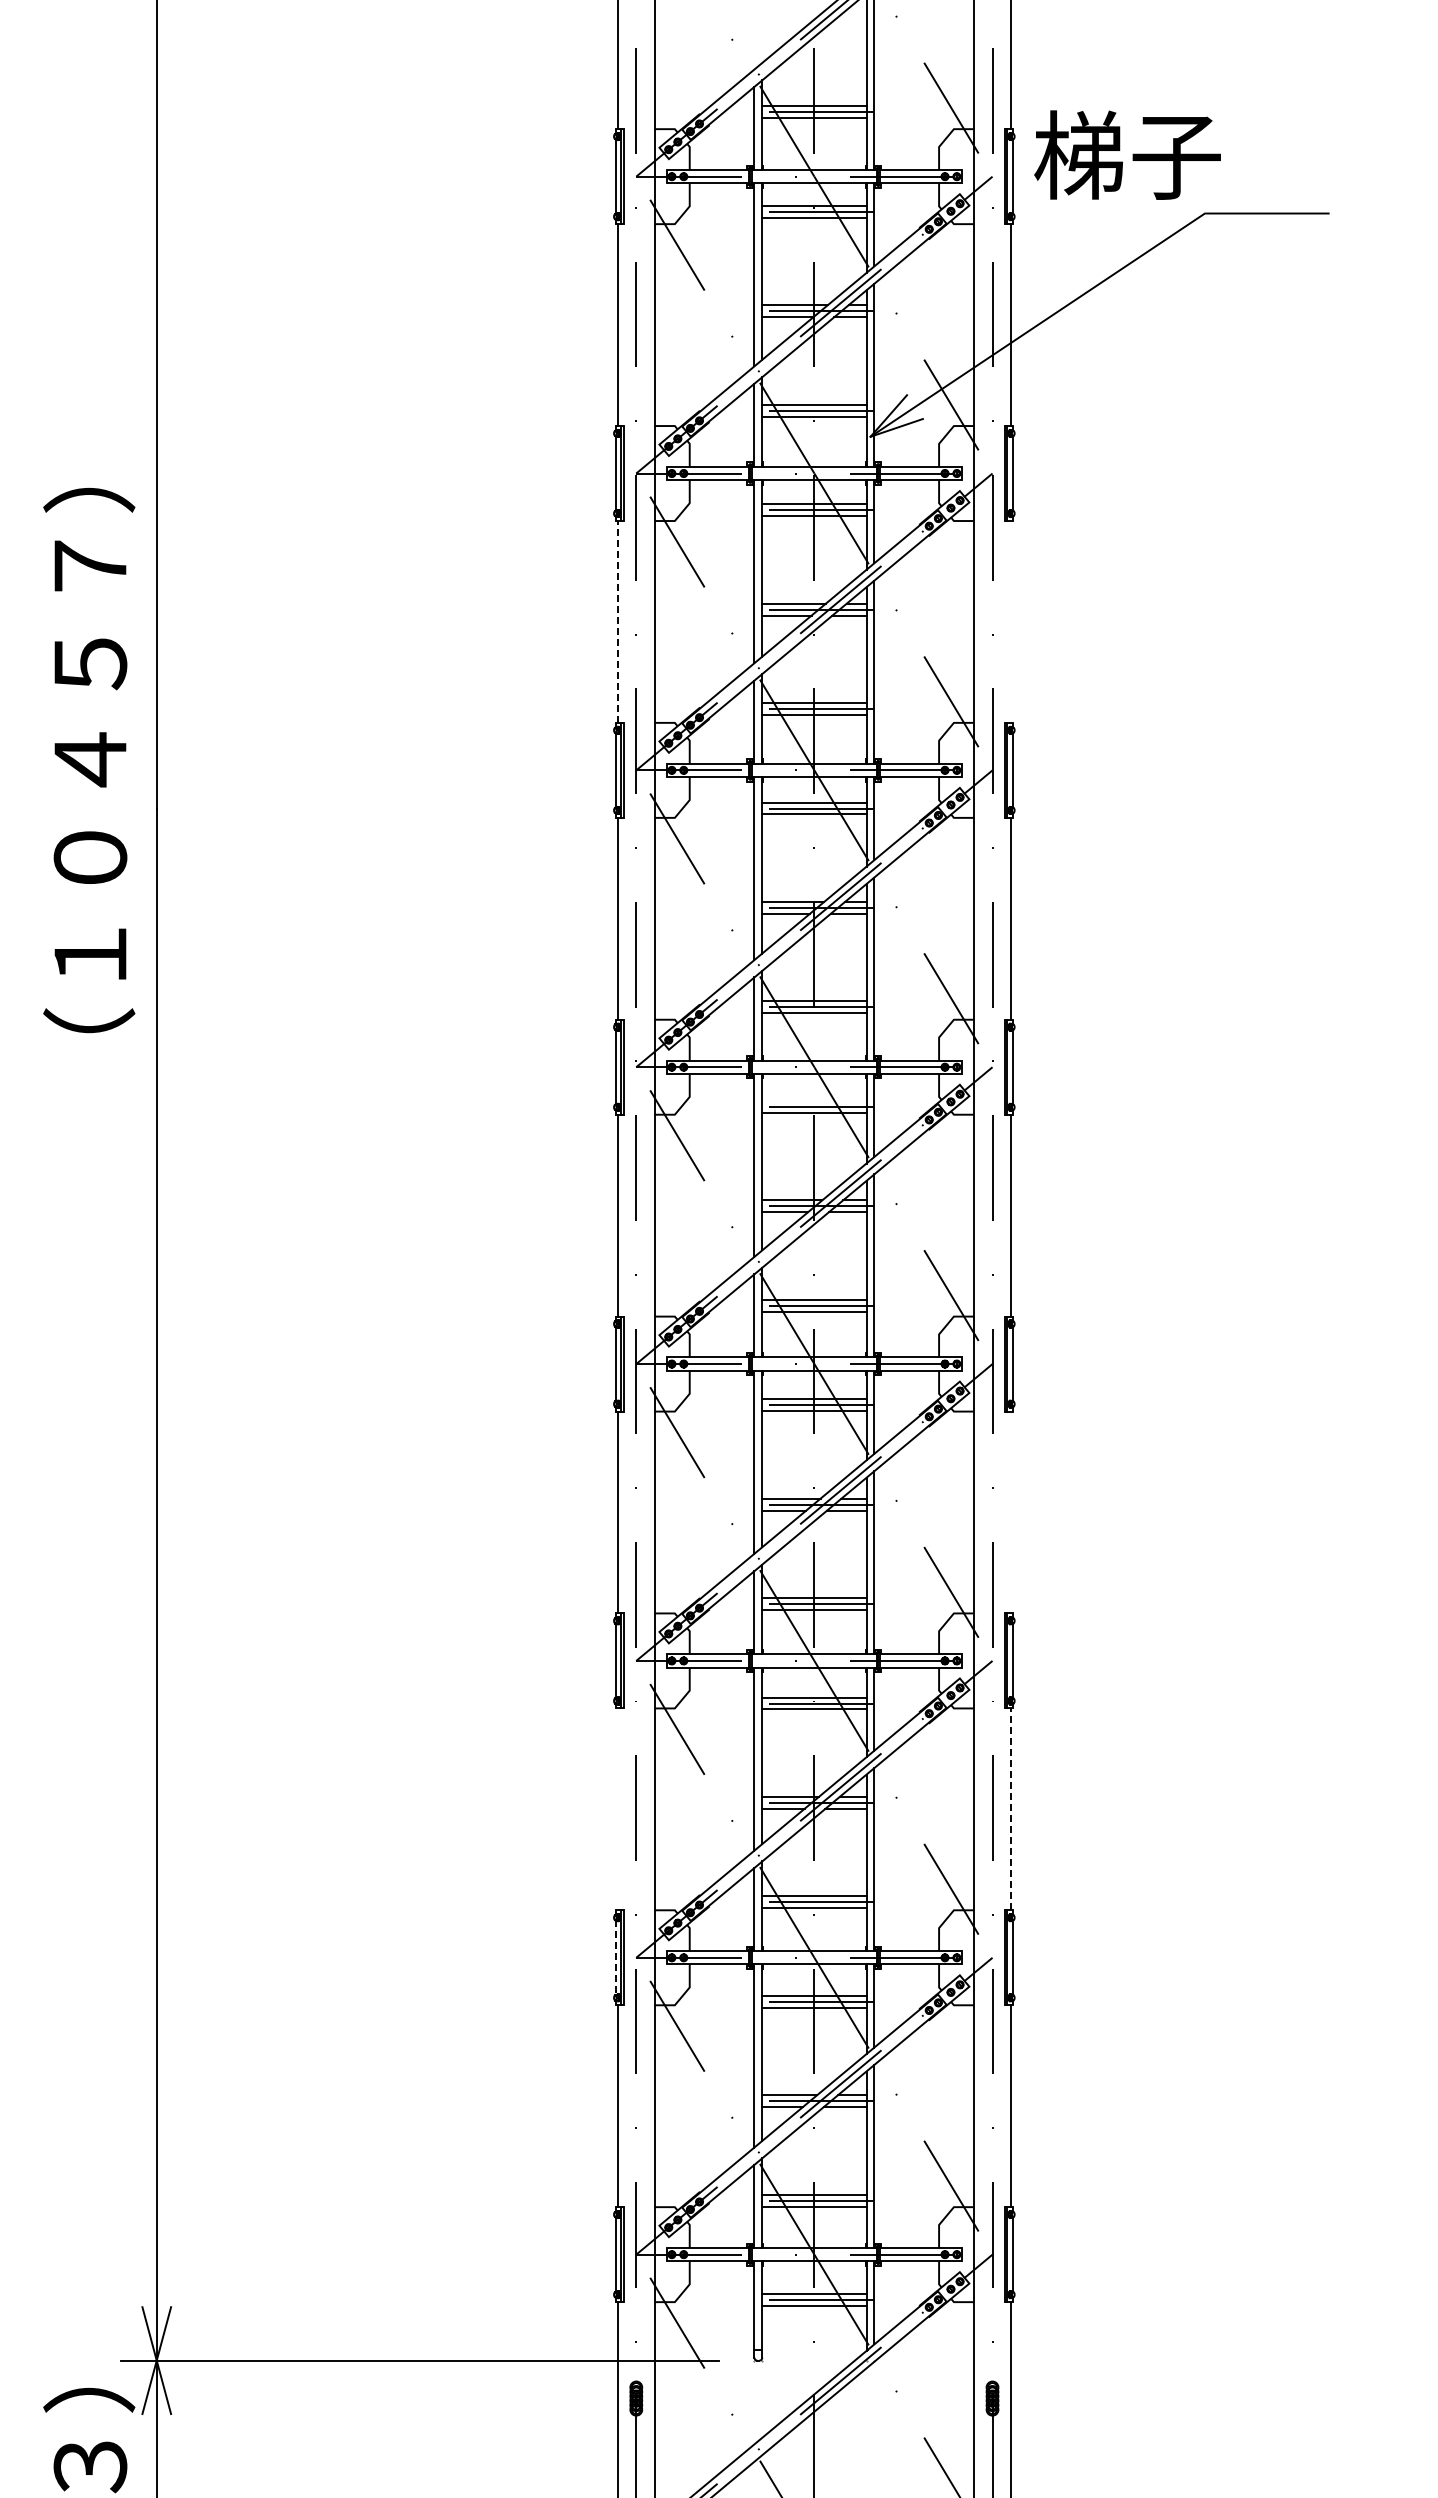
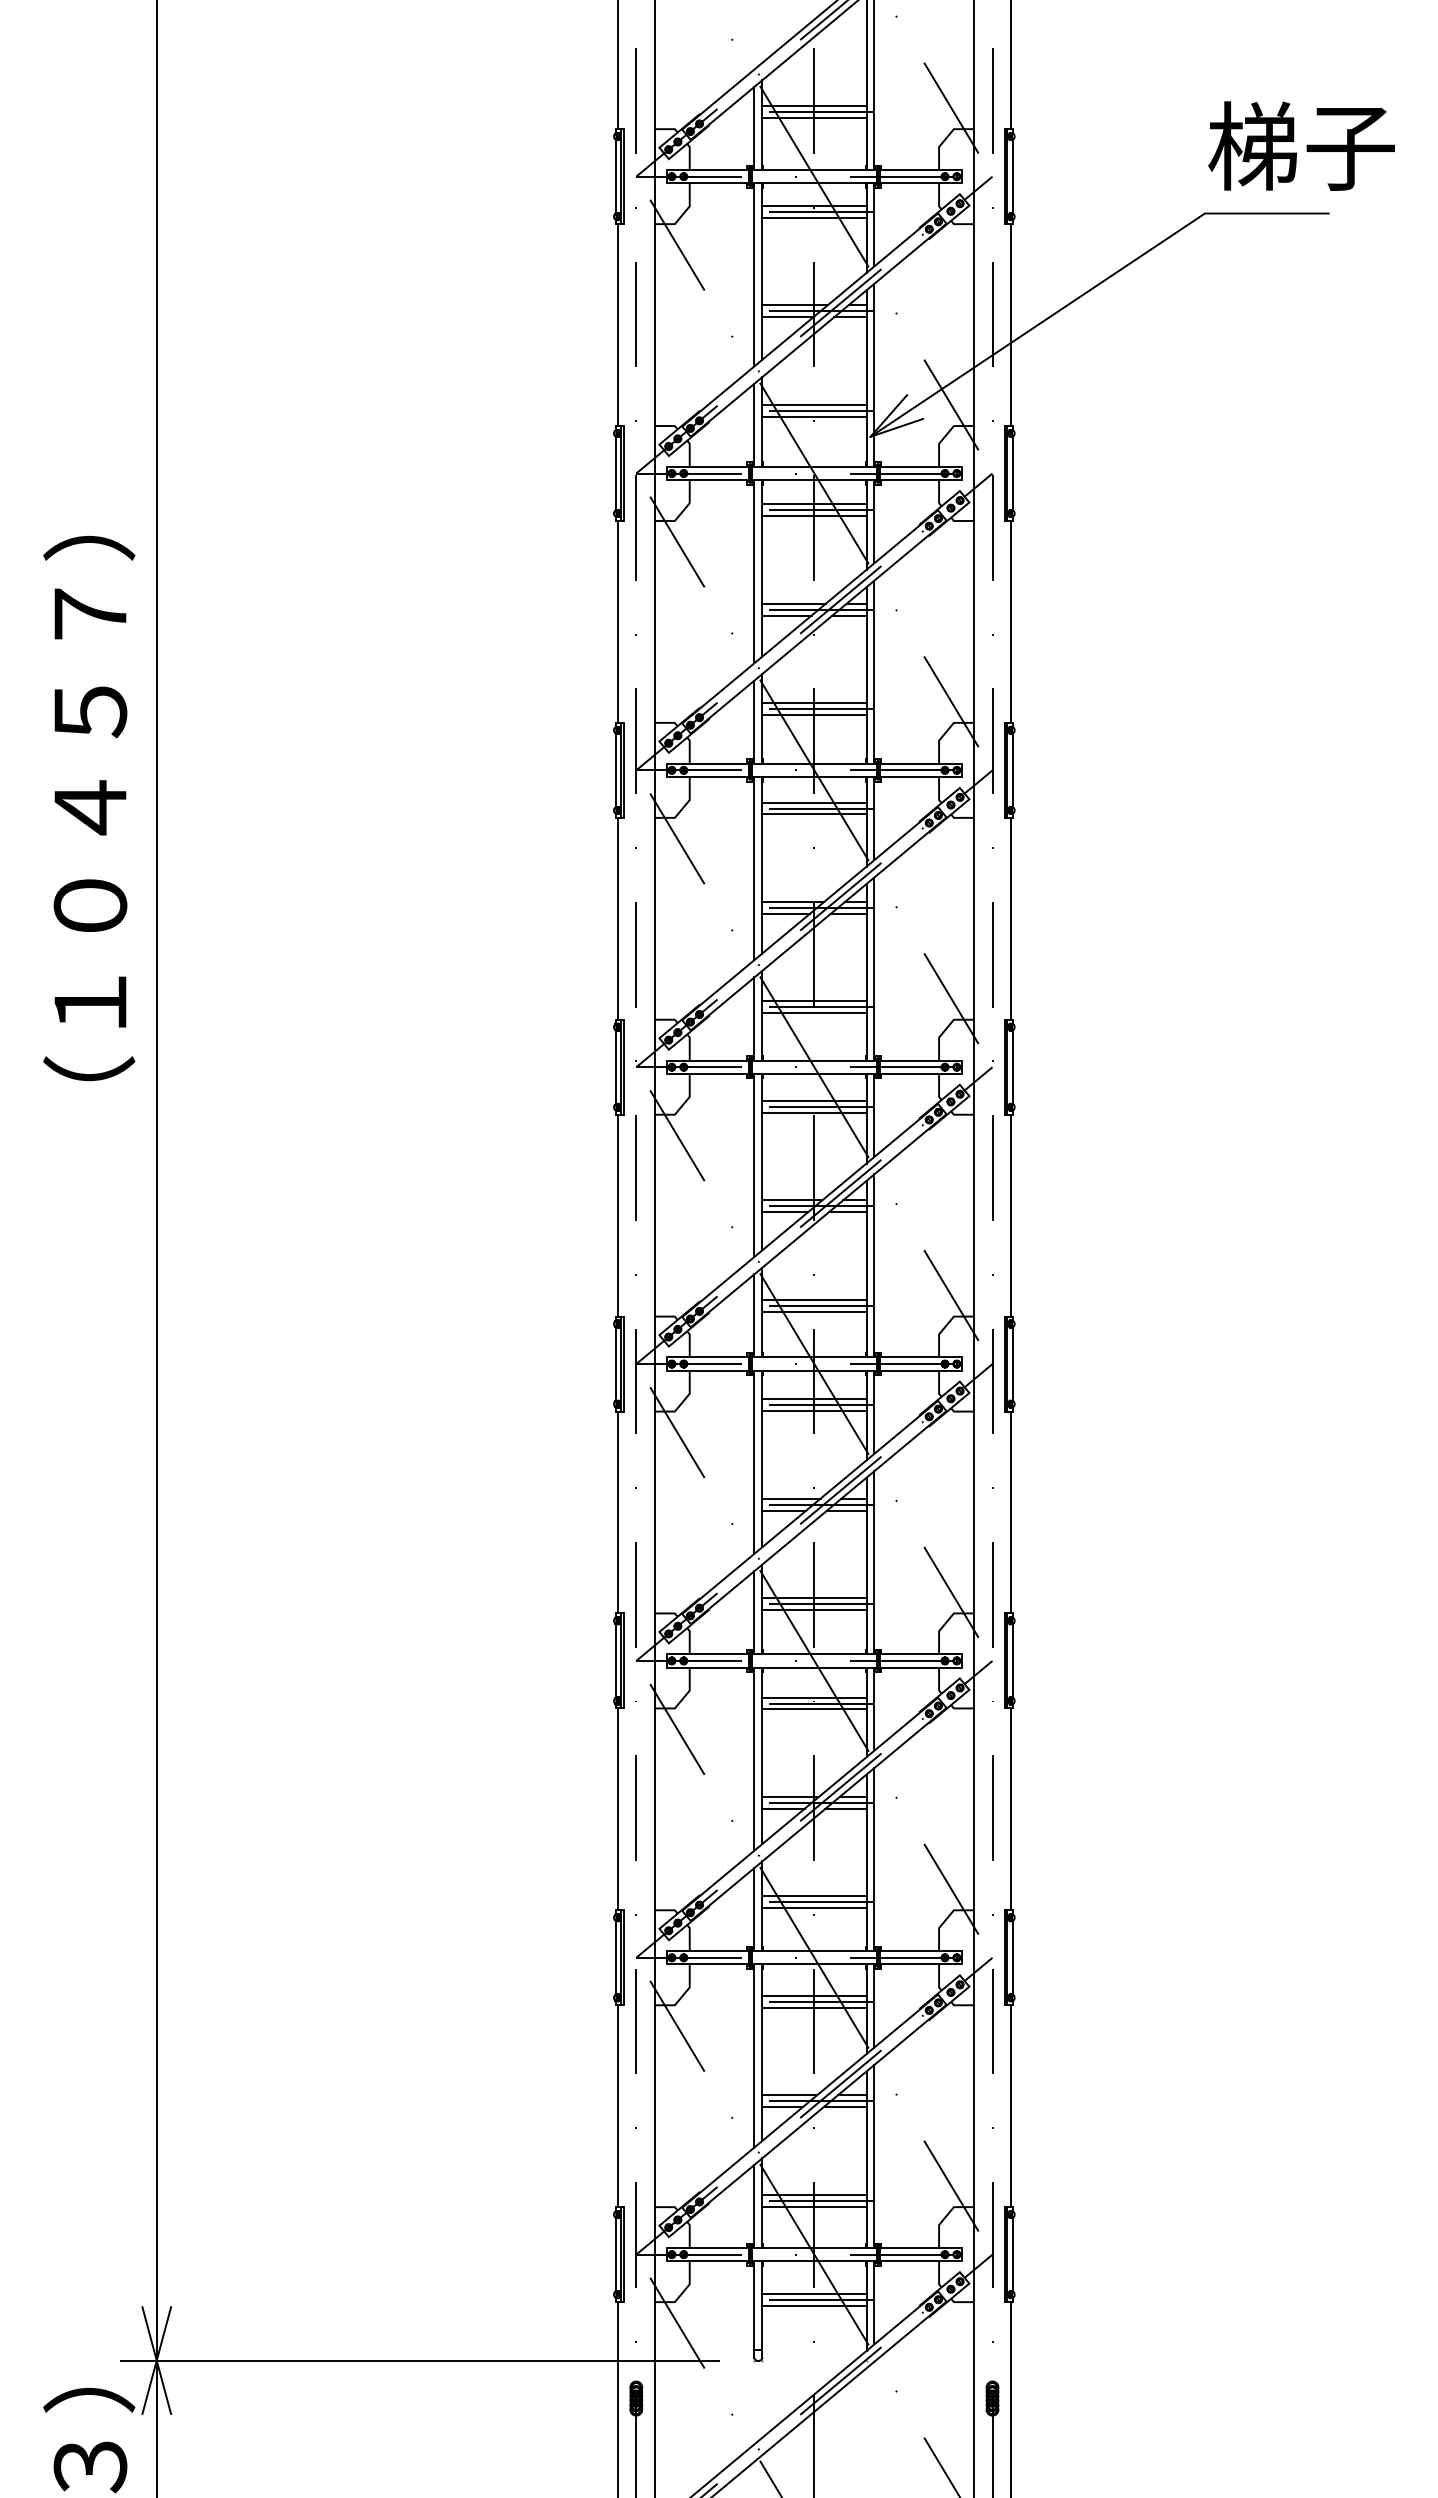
text at (1127, 154) position: (1127, 154) -> (1301, 145)
line at (617, 621): dashed -> solid
line at (1011, 621): none -> present
text at (89, 760) position: (89, 760) -> (89, 808)
line at (814, 1100): none -> present
line at (1011, 1512): none -> present
line at (617, 1809): none -> present
line at (1011, 1809): dashed -> solid
line at (615, 1958): dashed -> solid
